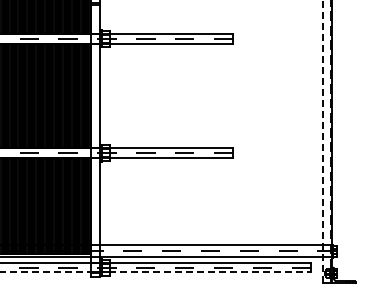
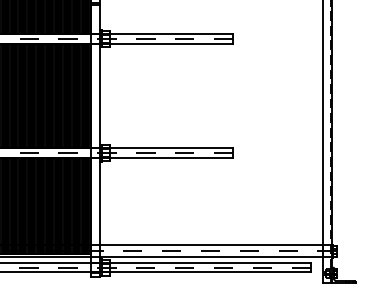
line at (322, 141): dashed -> solid
line at (156, 272): dashed -> solid
